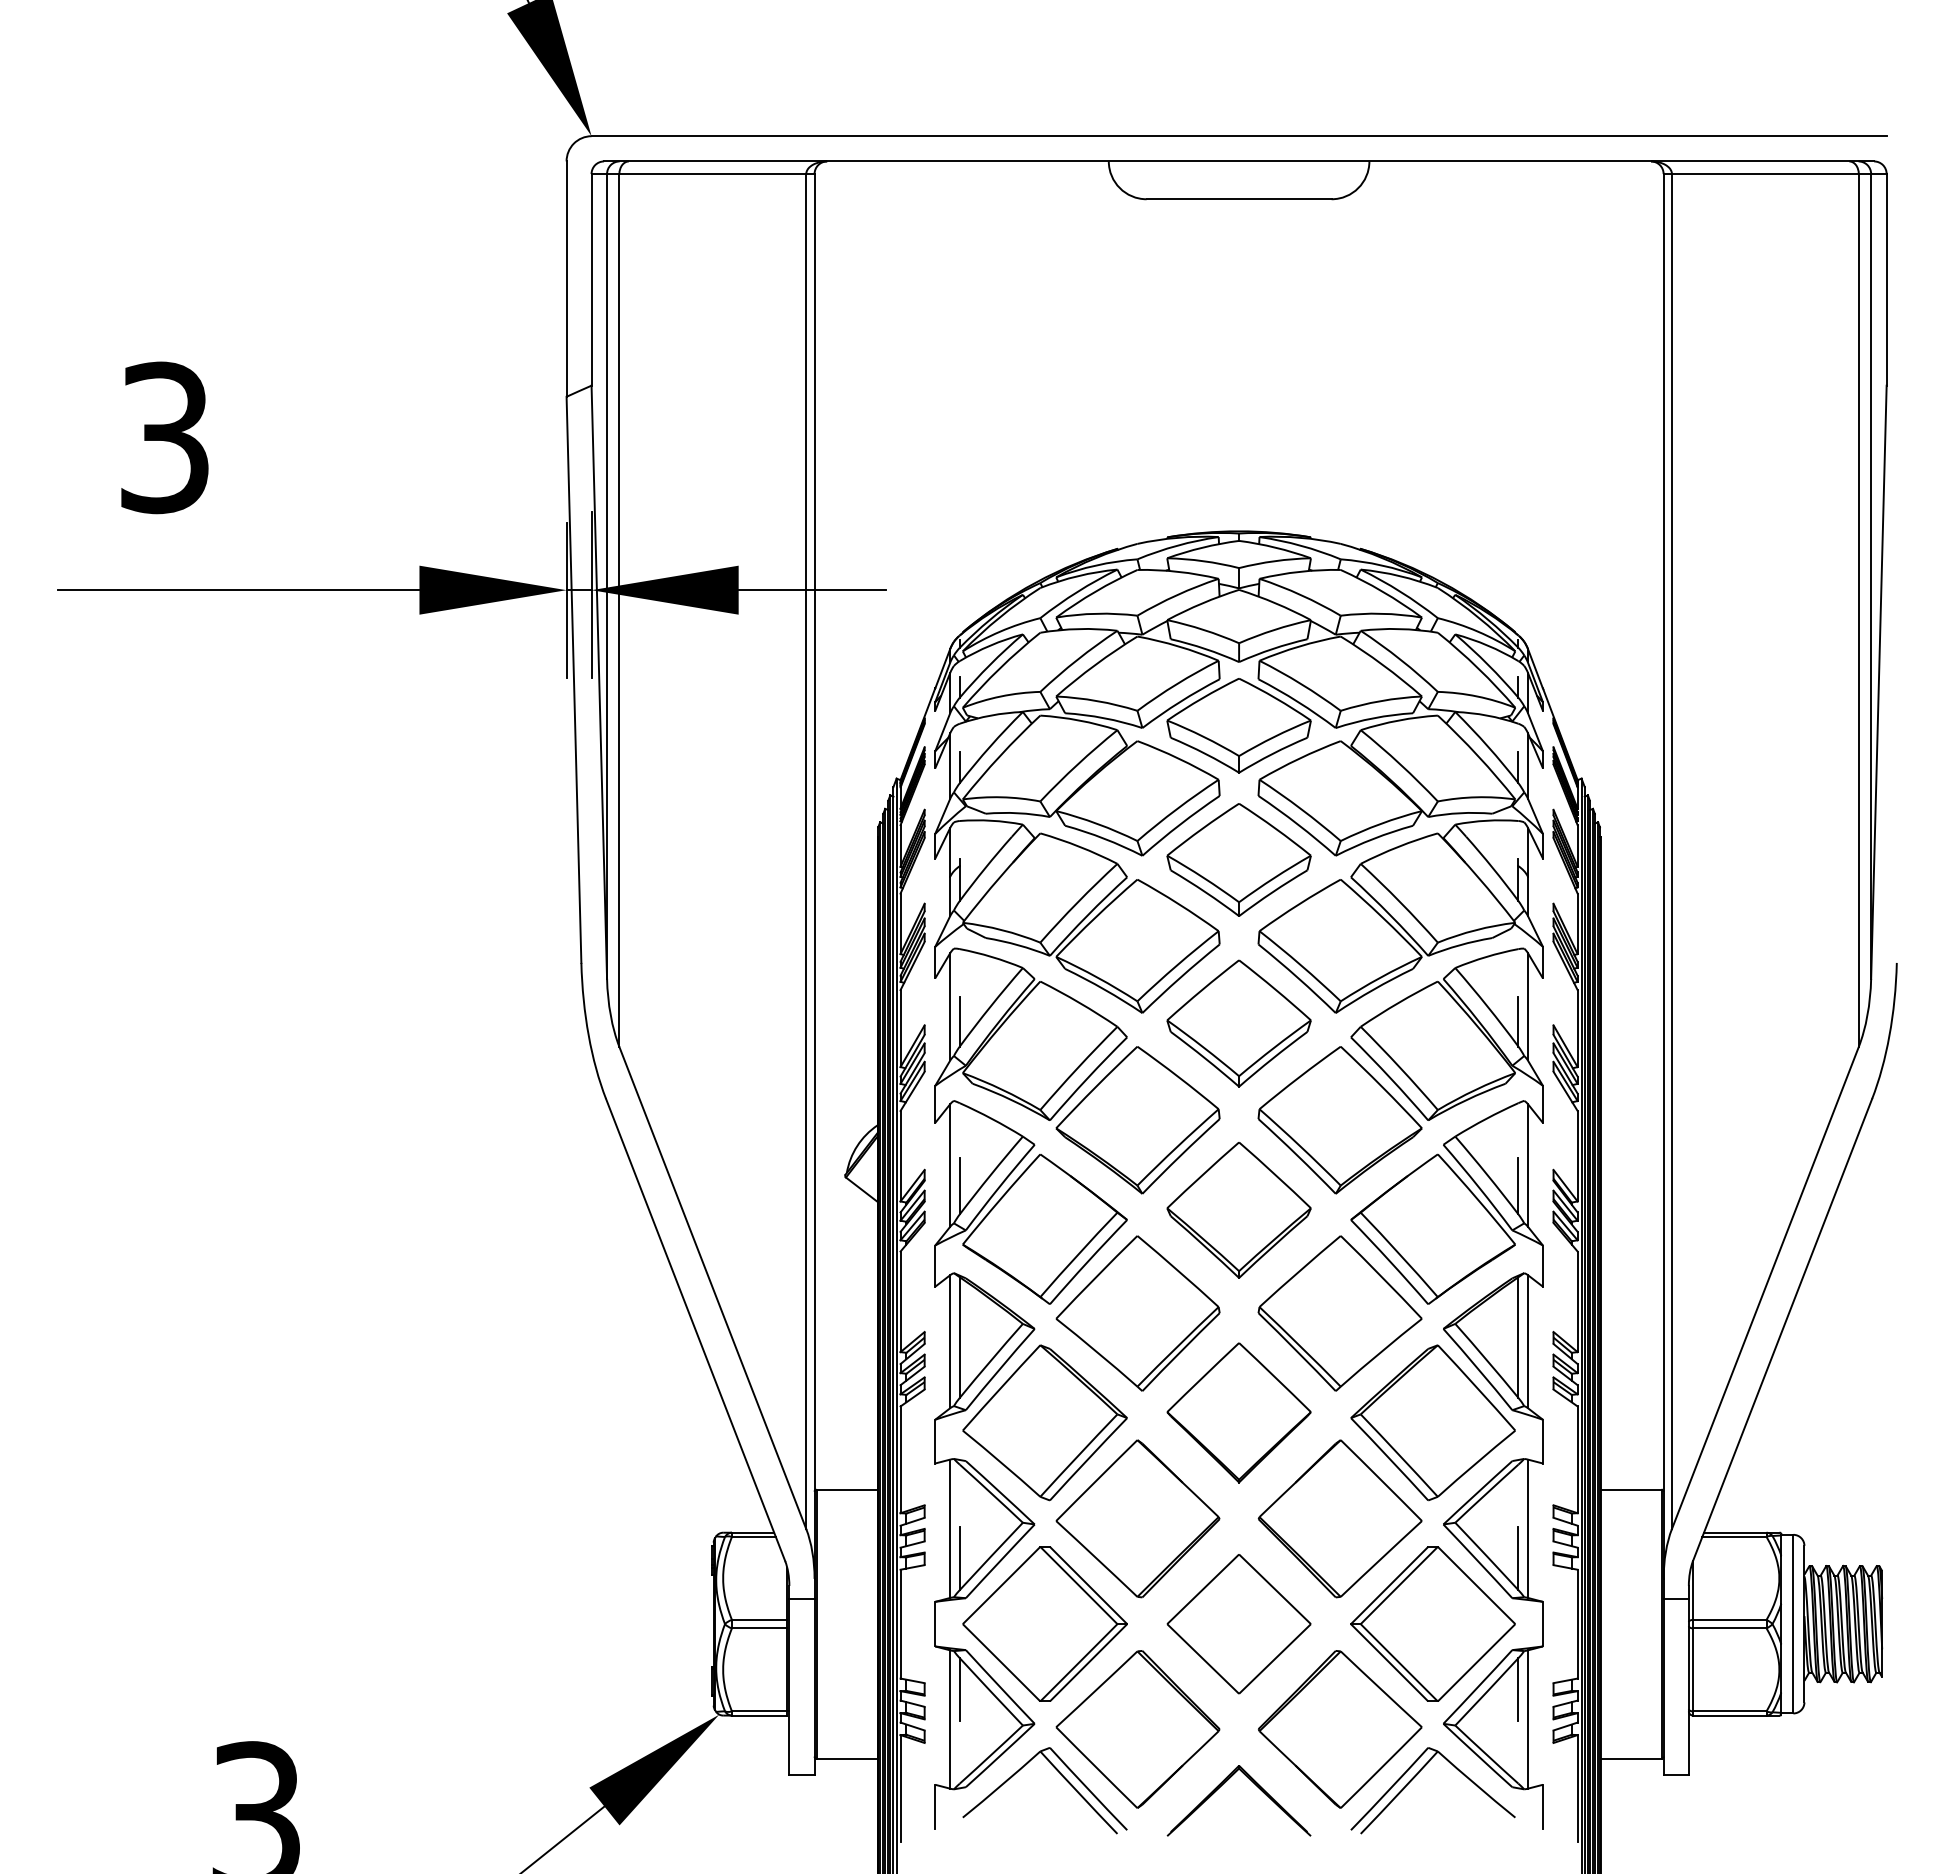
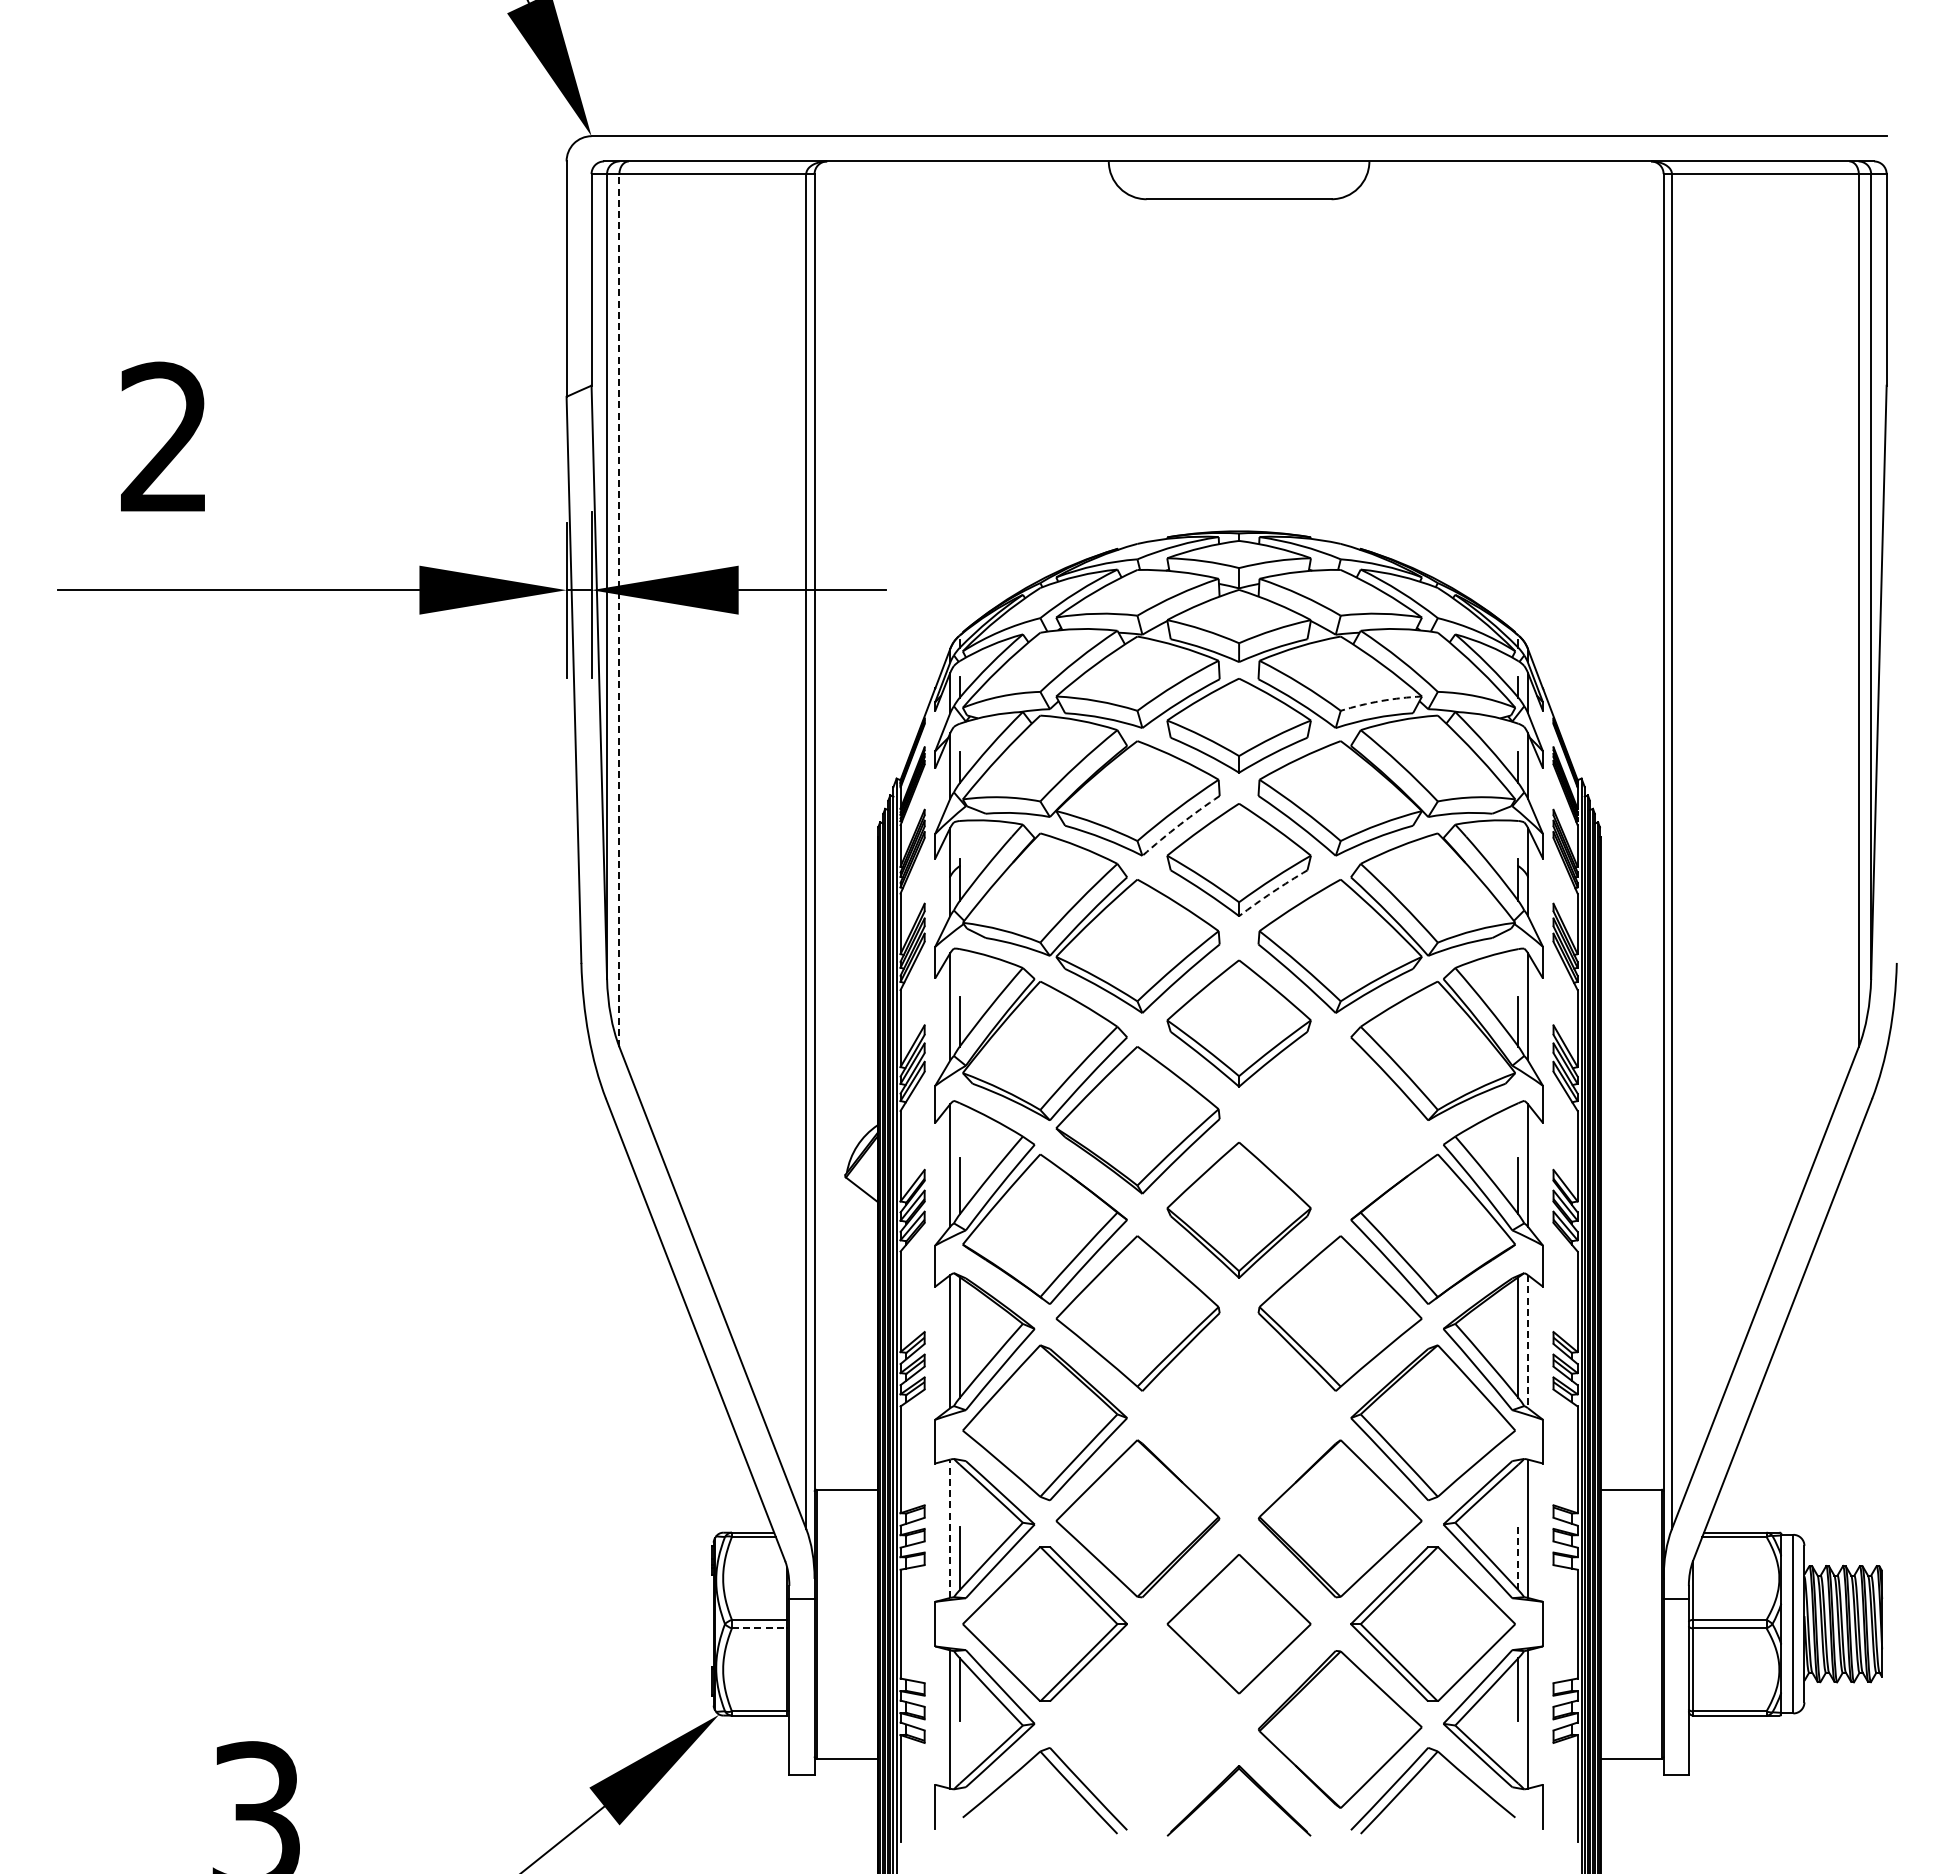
text at (164, 437): 3 -> 2
line at (619, 610): solid -> dashed
arc at (1380, 701): solid -> dashed
arc at (1180, 824): solid -> dashed
arc at (1272, 892): solid -> dashed
part at (1339, 1120): present -> none
line at (1527, 1341): solid -> dashed
part at (1238, 1412): present -> none
line at (950, 1528): solid -> dashed
line at (1518, 1558): solid -> dashed
line at (759, 1628): solid -> dashed
part at (1137, 1729): present -> none
